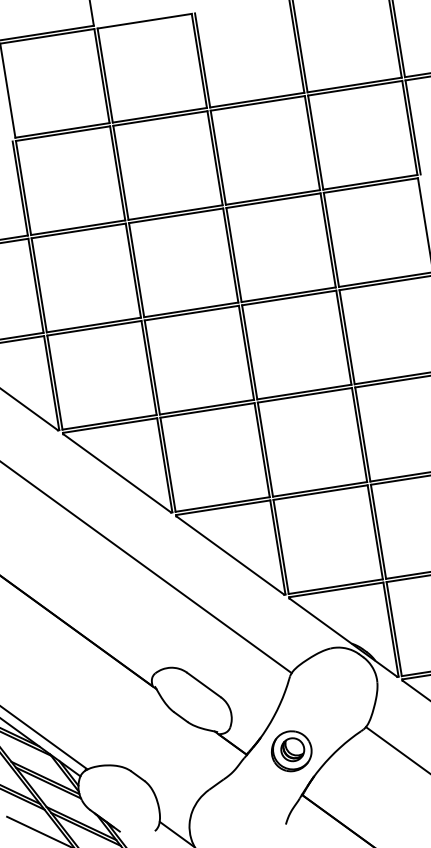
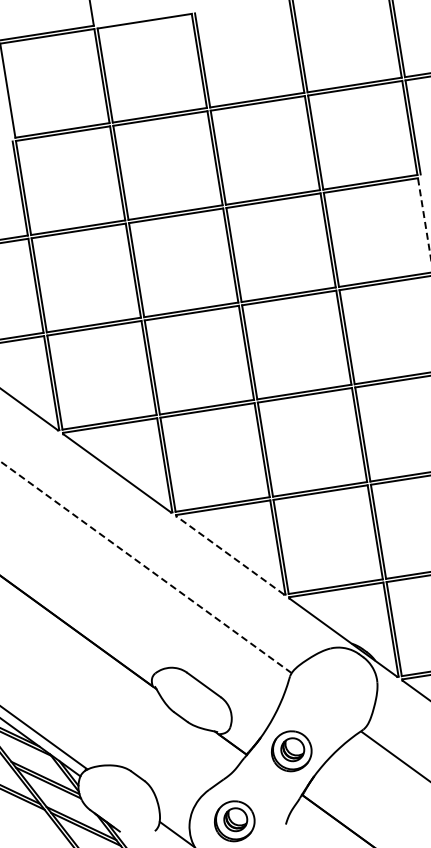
line at (424, 218): solid -> dashed
line at (230, 555): solid -> dashed
line at (146, 567): solid -> dashed
line at (396, 749) position: (396, 749) -> (394, 755)
part at (234, 821): none -> present
line at (36, 830): present -> none
